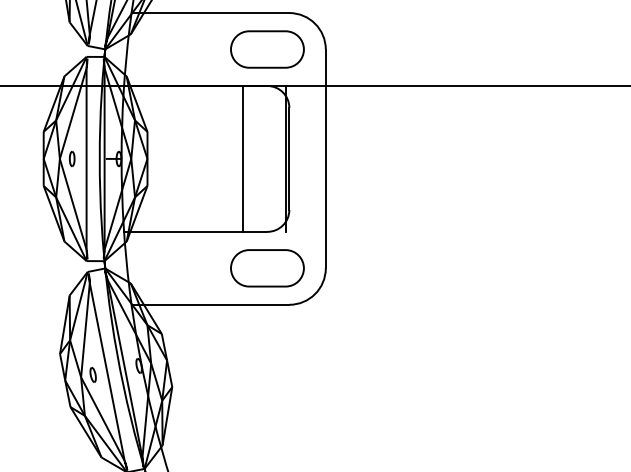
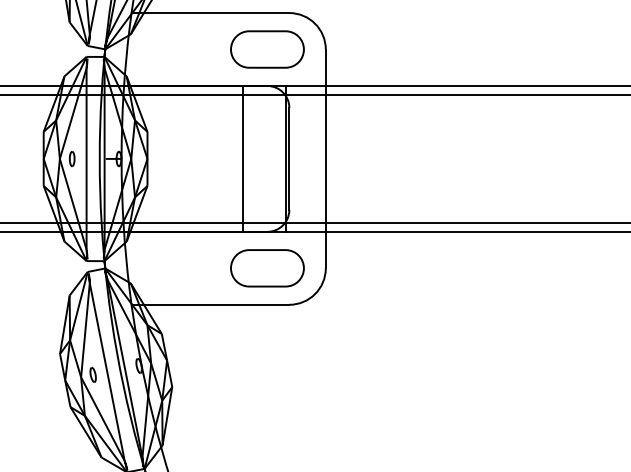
line at (314, 94): none -> present
line at (314, 223): none -> present
line at (314, 231): none -> present
